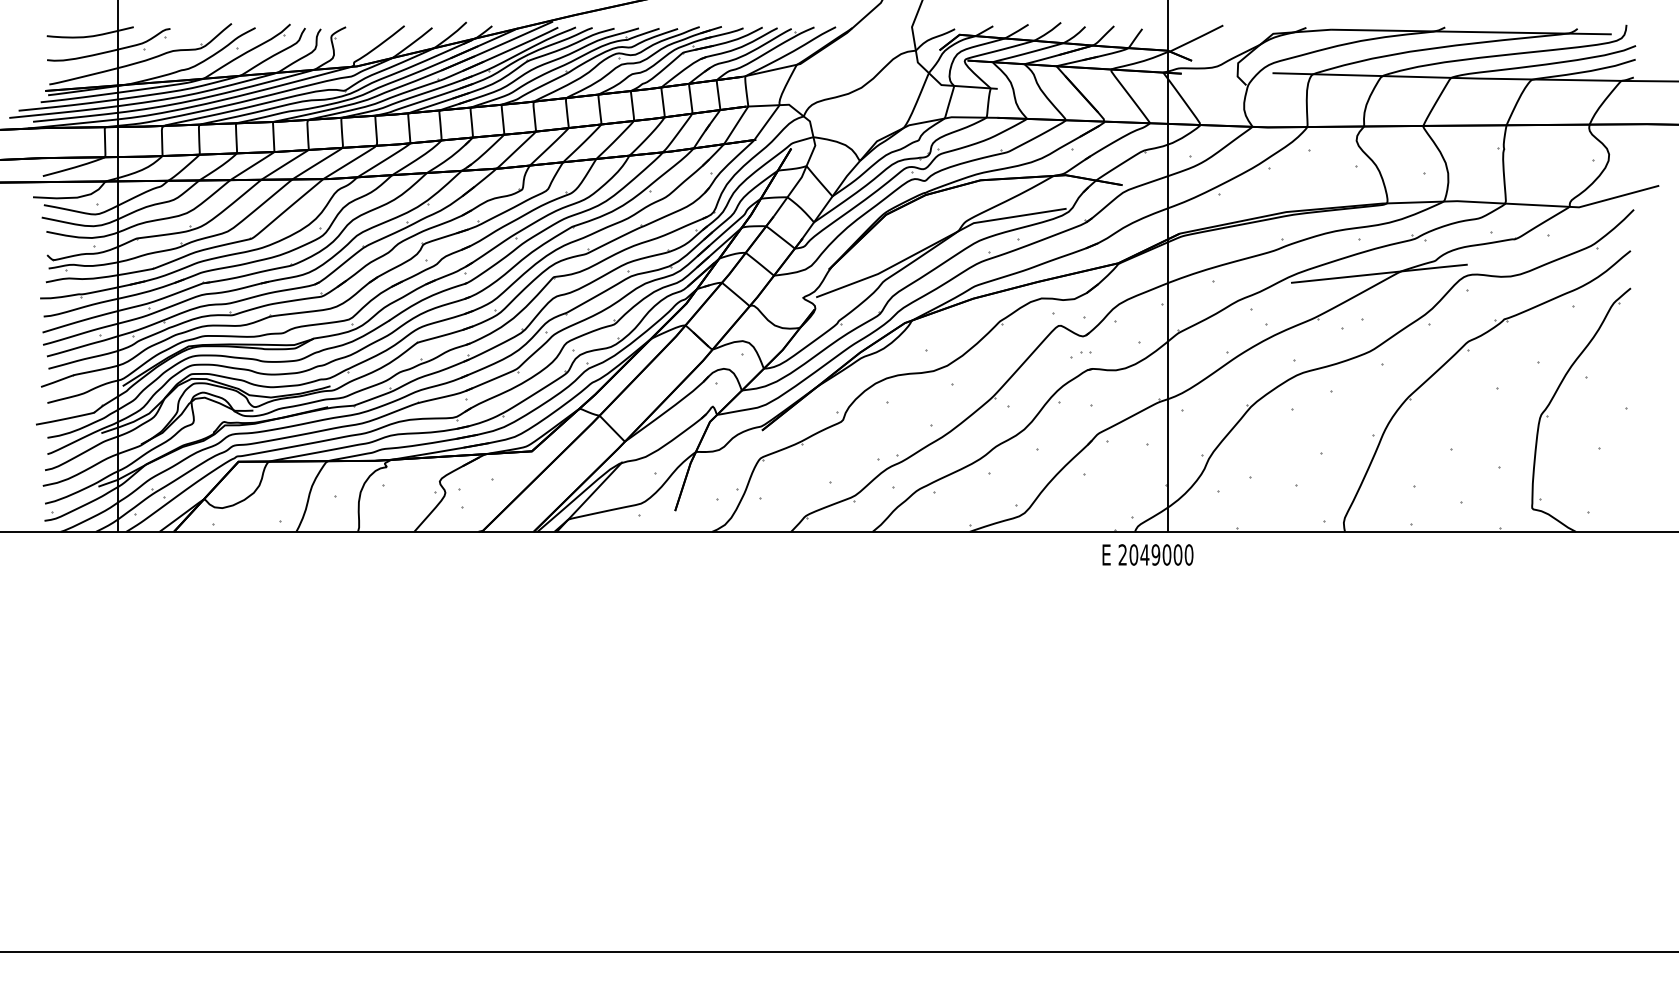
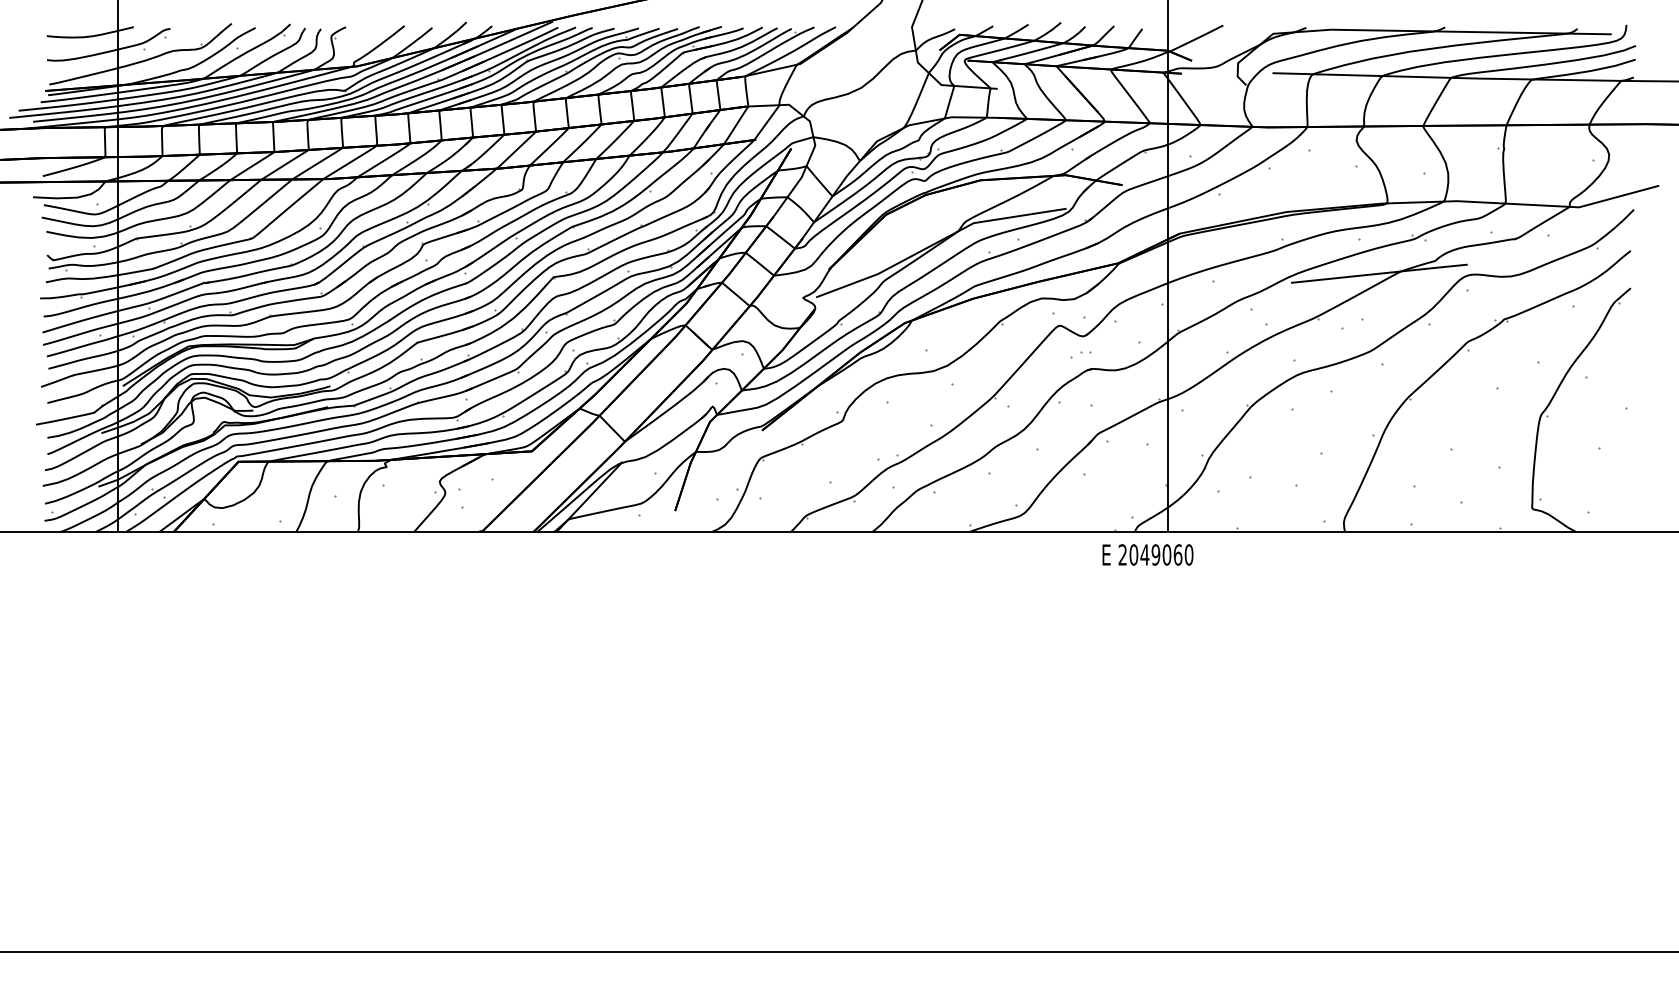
text at (1177, 554): 2049000 -> 2049060
